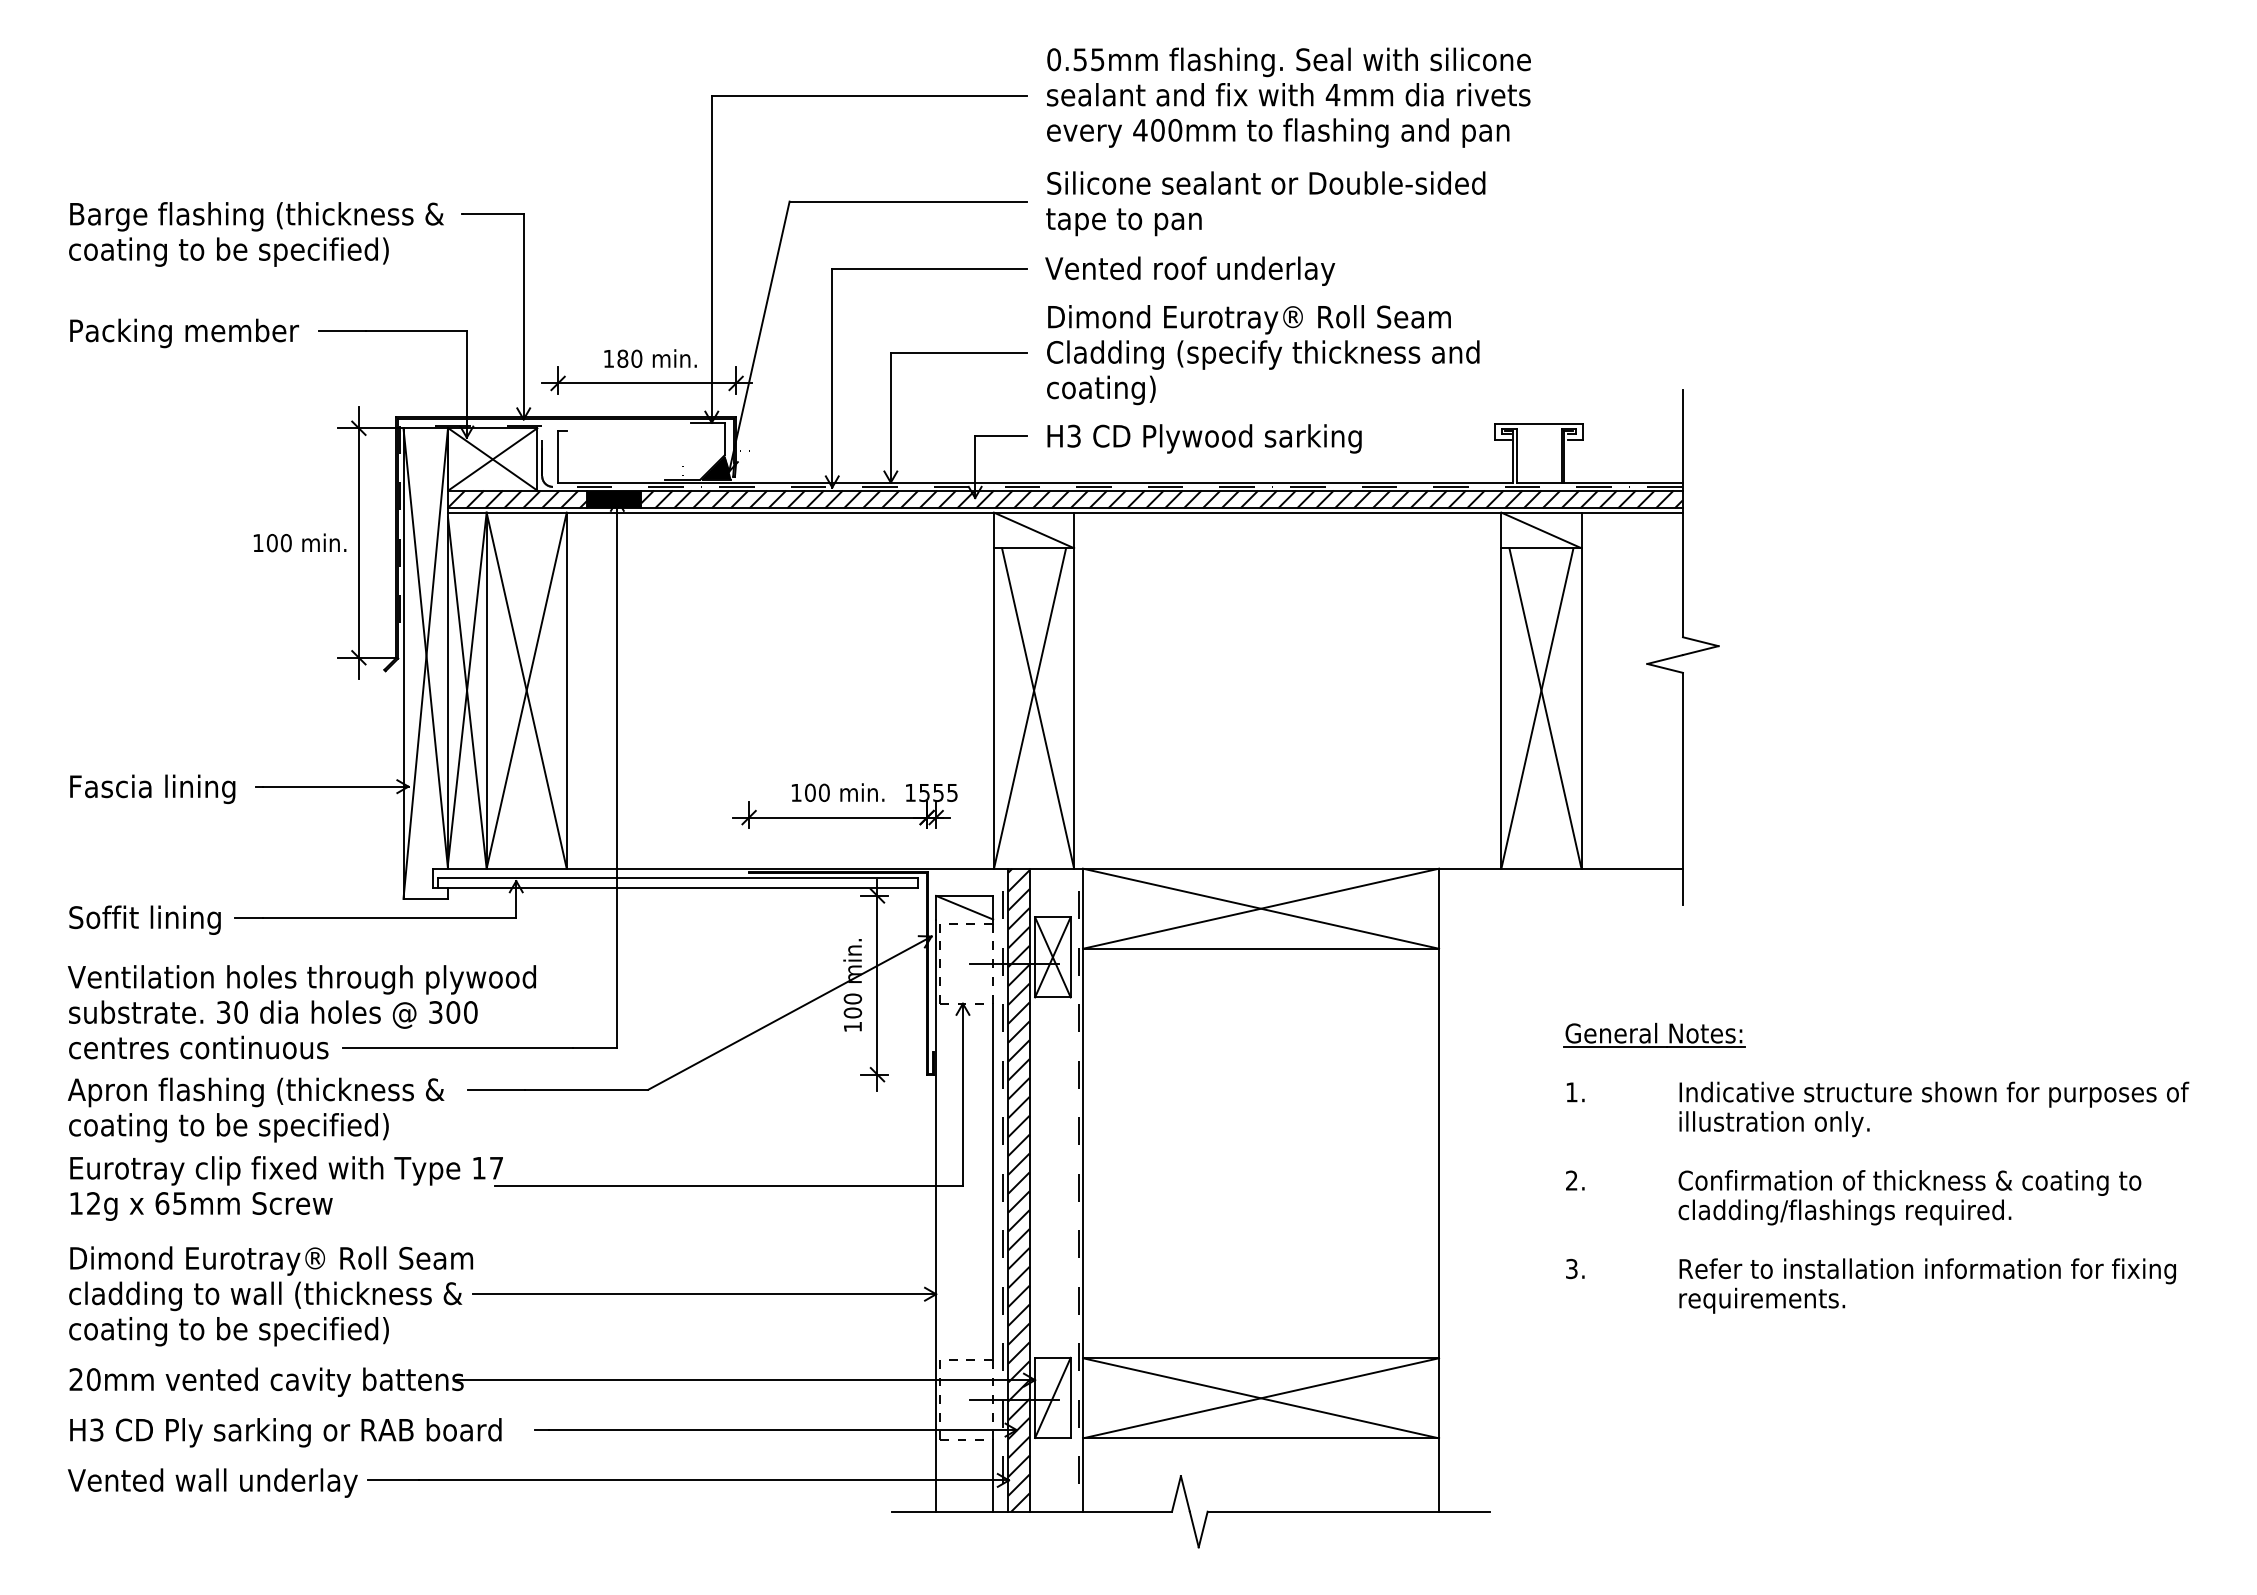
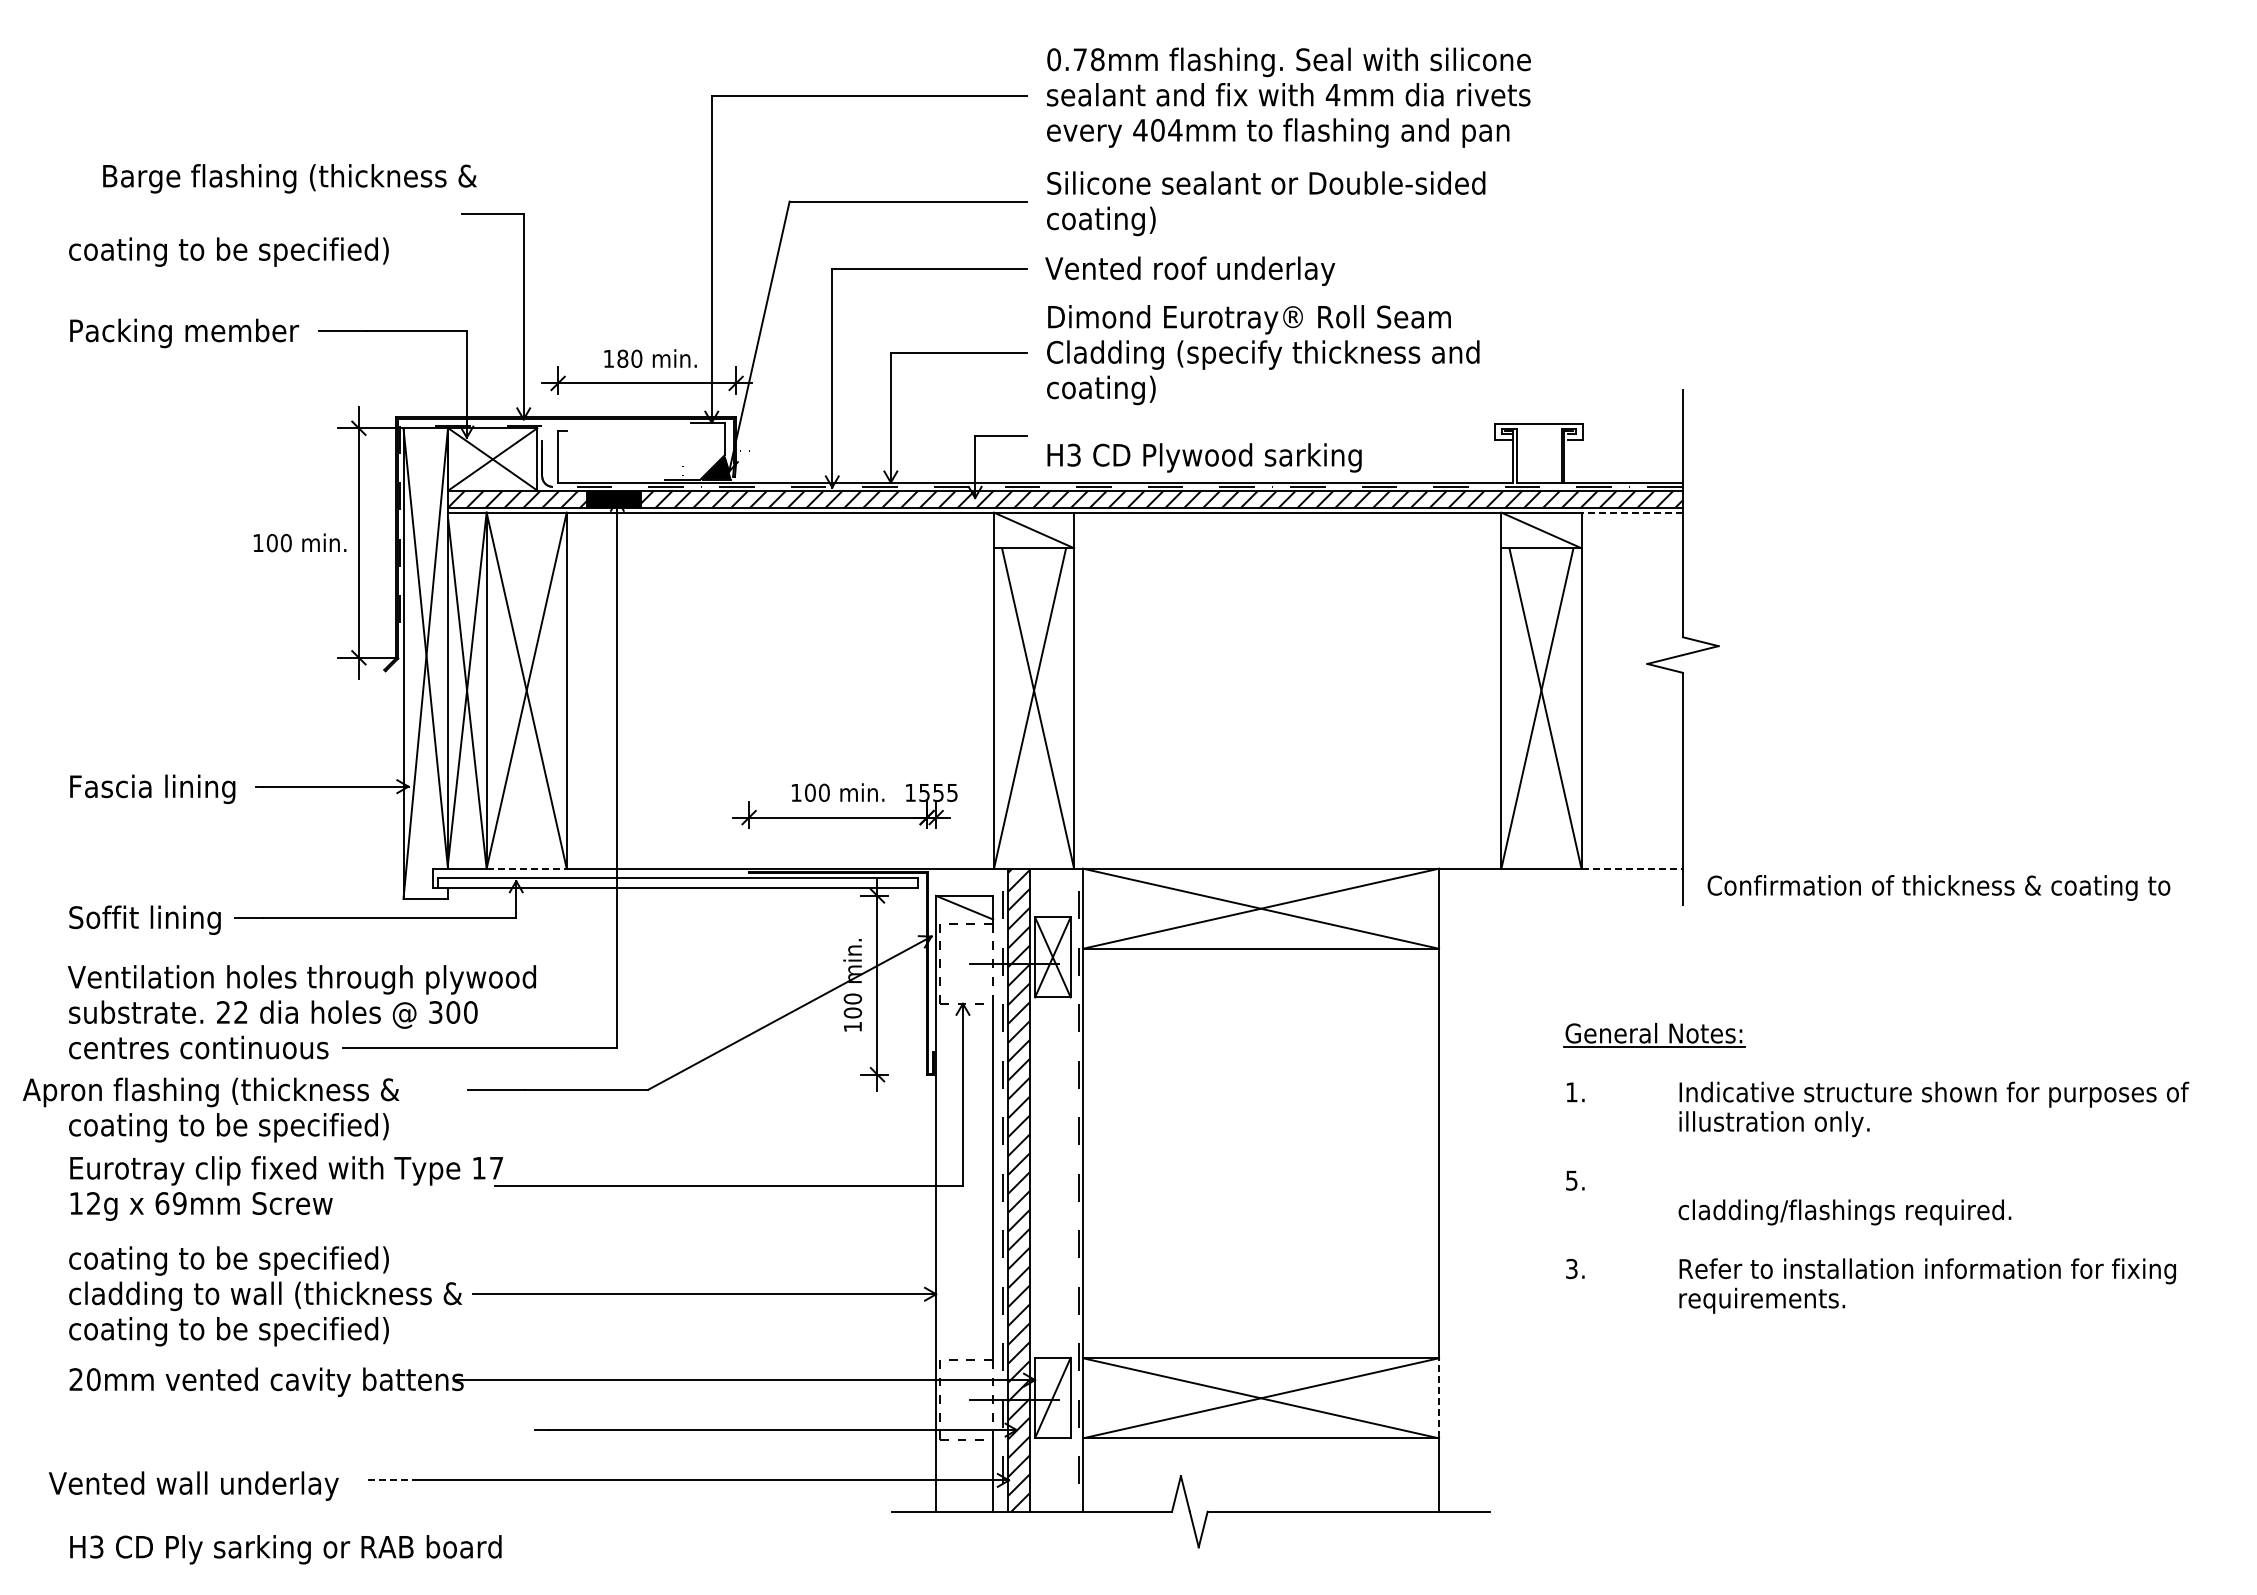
text at (1088, 59): 0.55mm -> 0.78mm
text at (1175, 129): 400mm -> 404mm
text at (256, 216) position: (256, 216) -> (289, 178)
text at (1123, 221): tape to pan -> coating)
text at (1204, 438) position: (1204, 438) -> (1204, 457)
line at (1632, 512): solid -> dashed
line at (527, 868): solid -> dashed
line at (1632, 868): solid -> dashed
text at (232, 1012): 30 -> 22
text at (255, 1092) position: (255, 1092) -> (210, 1092)
text at (1571, 1180): 2. -> 5.
text at (1909, 1182) position: (1909, 1182) -> (1938, 887)
text at (179, 1203): 65mm -> 69mm
text at (271, 1260): Dimond Eurotray® Roll Seam -> coating to be specified)
line at (1439, 1397): solid -> dashed
text at (285, 1432) position: (285, 1432) -> (285, 1549)
line at (393, 1480): solid -> dashed
text at (212, 1482) position: (212, 1482) -> (193, 1485)
